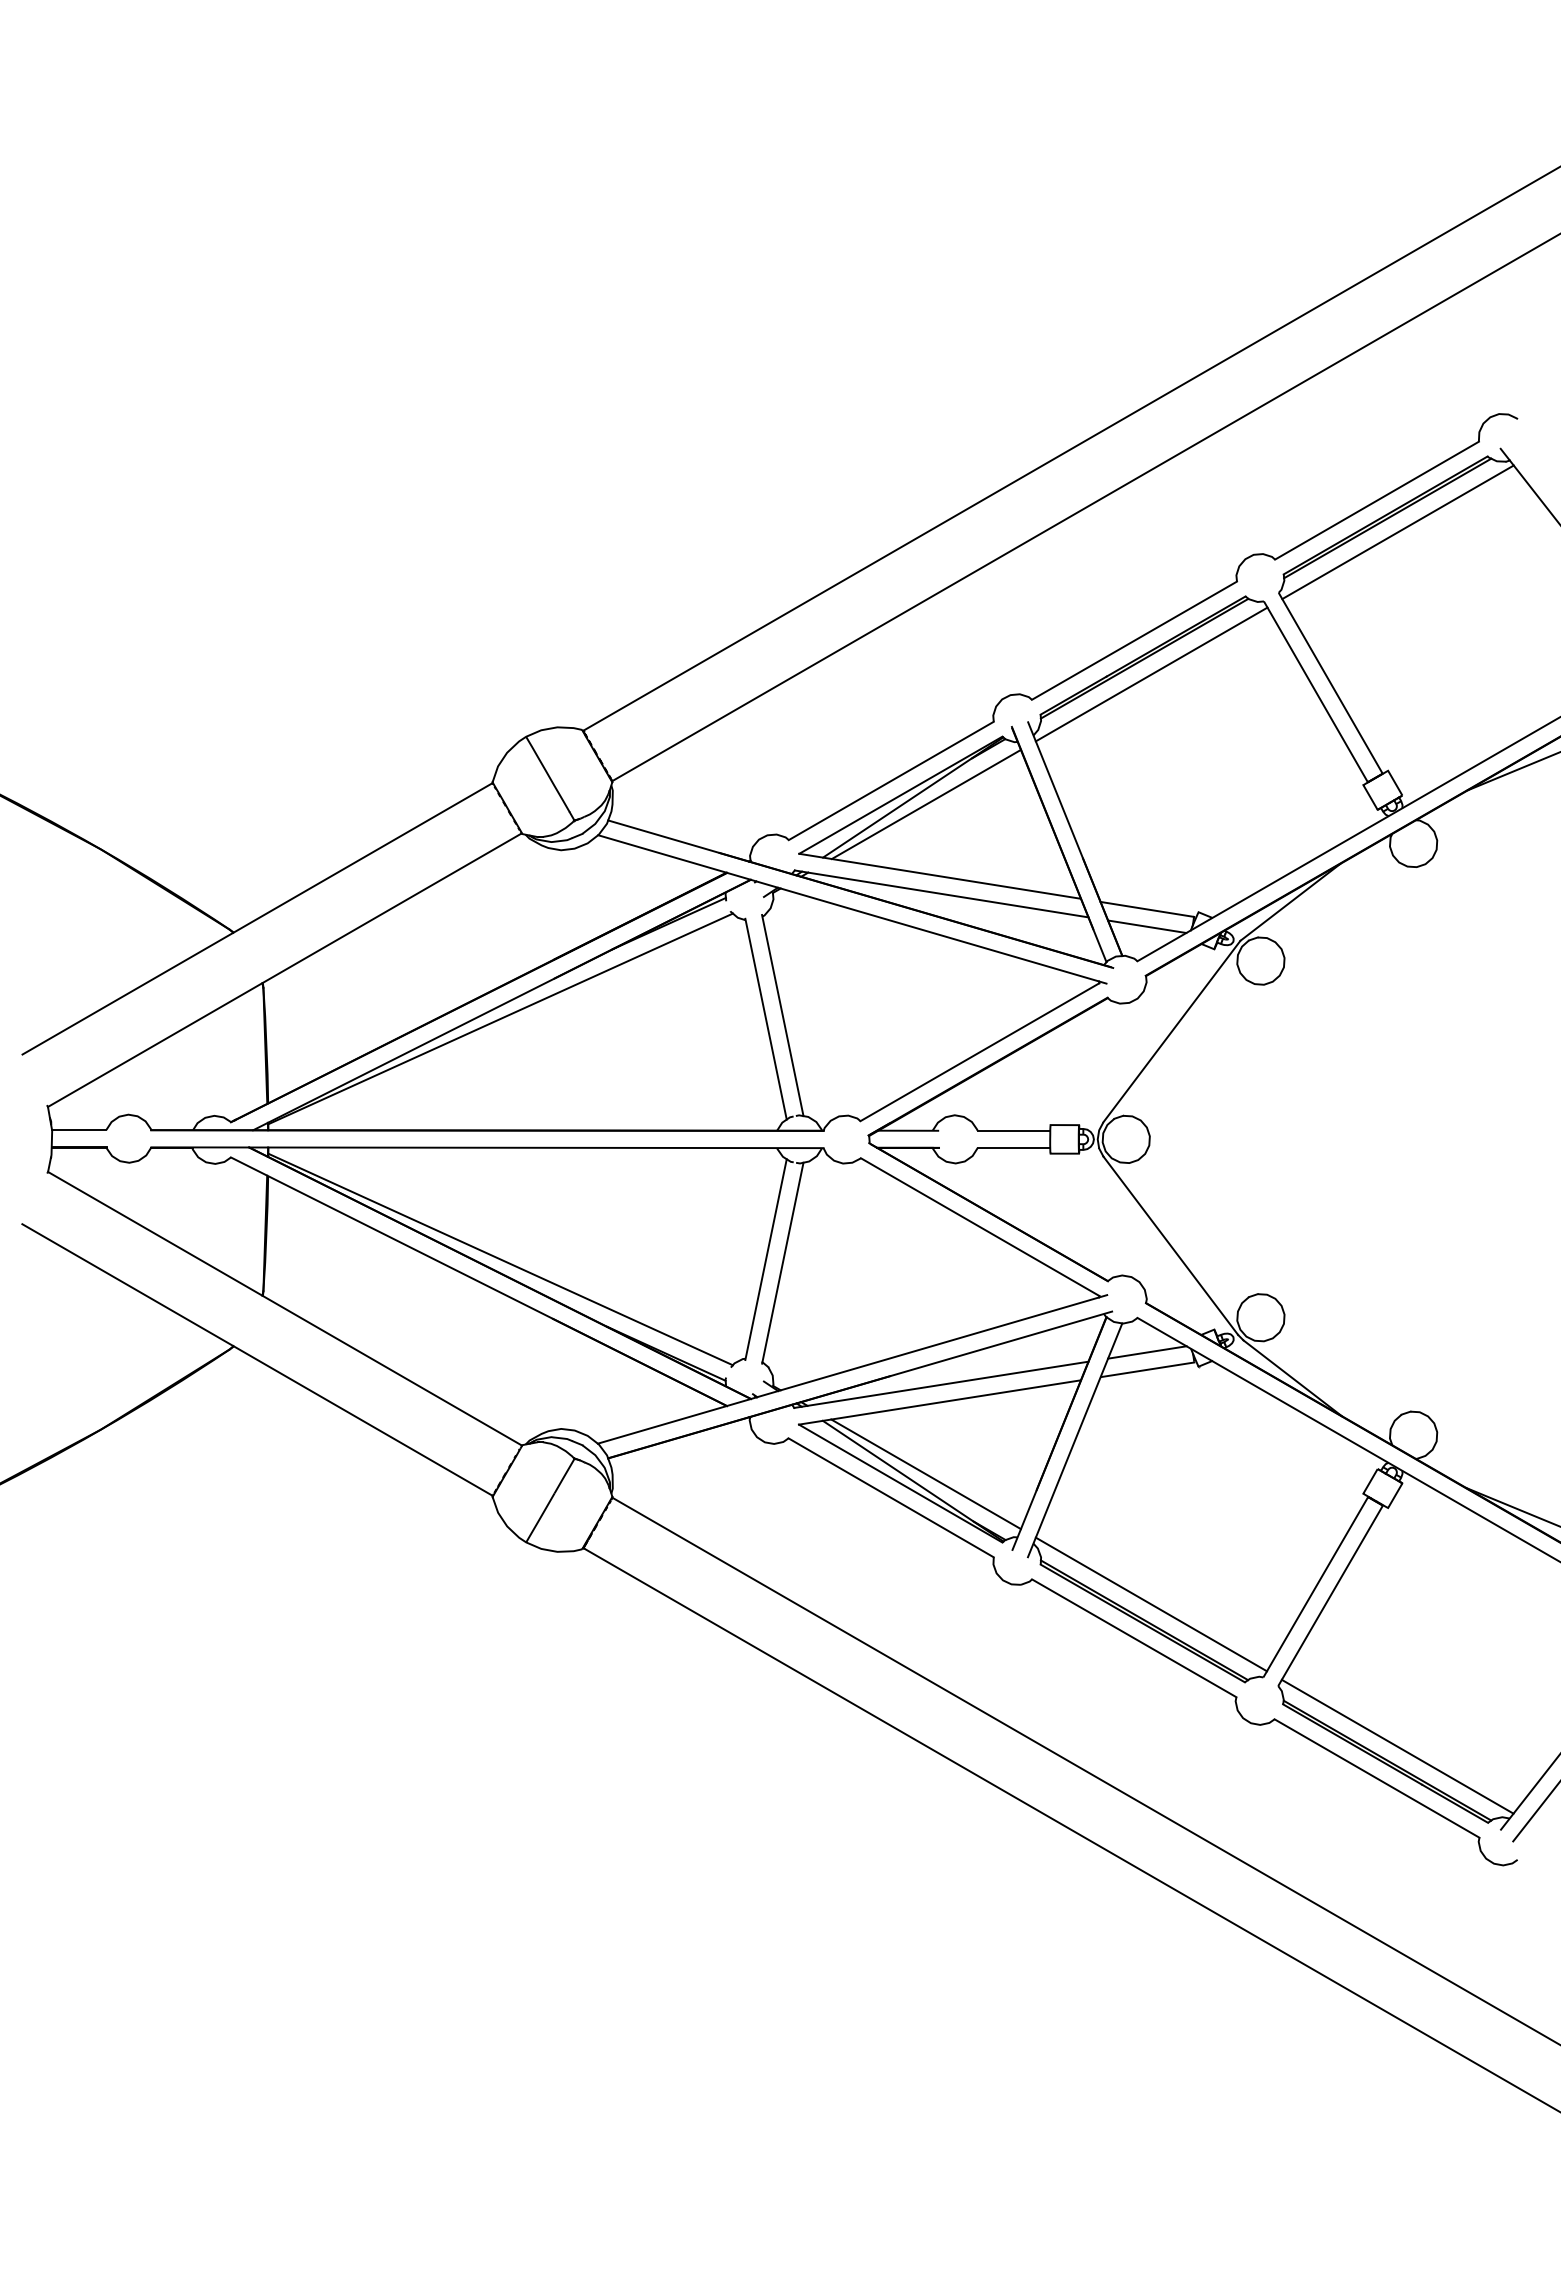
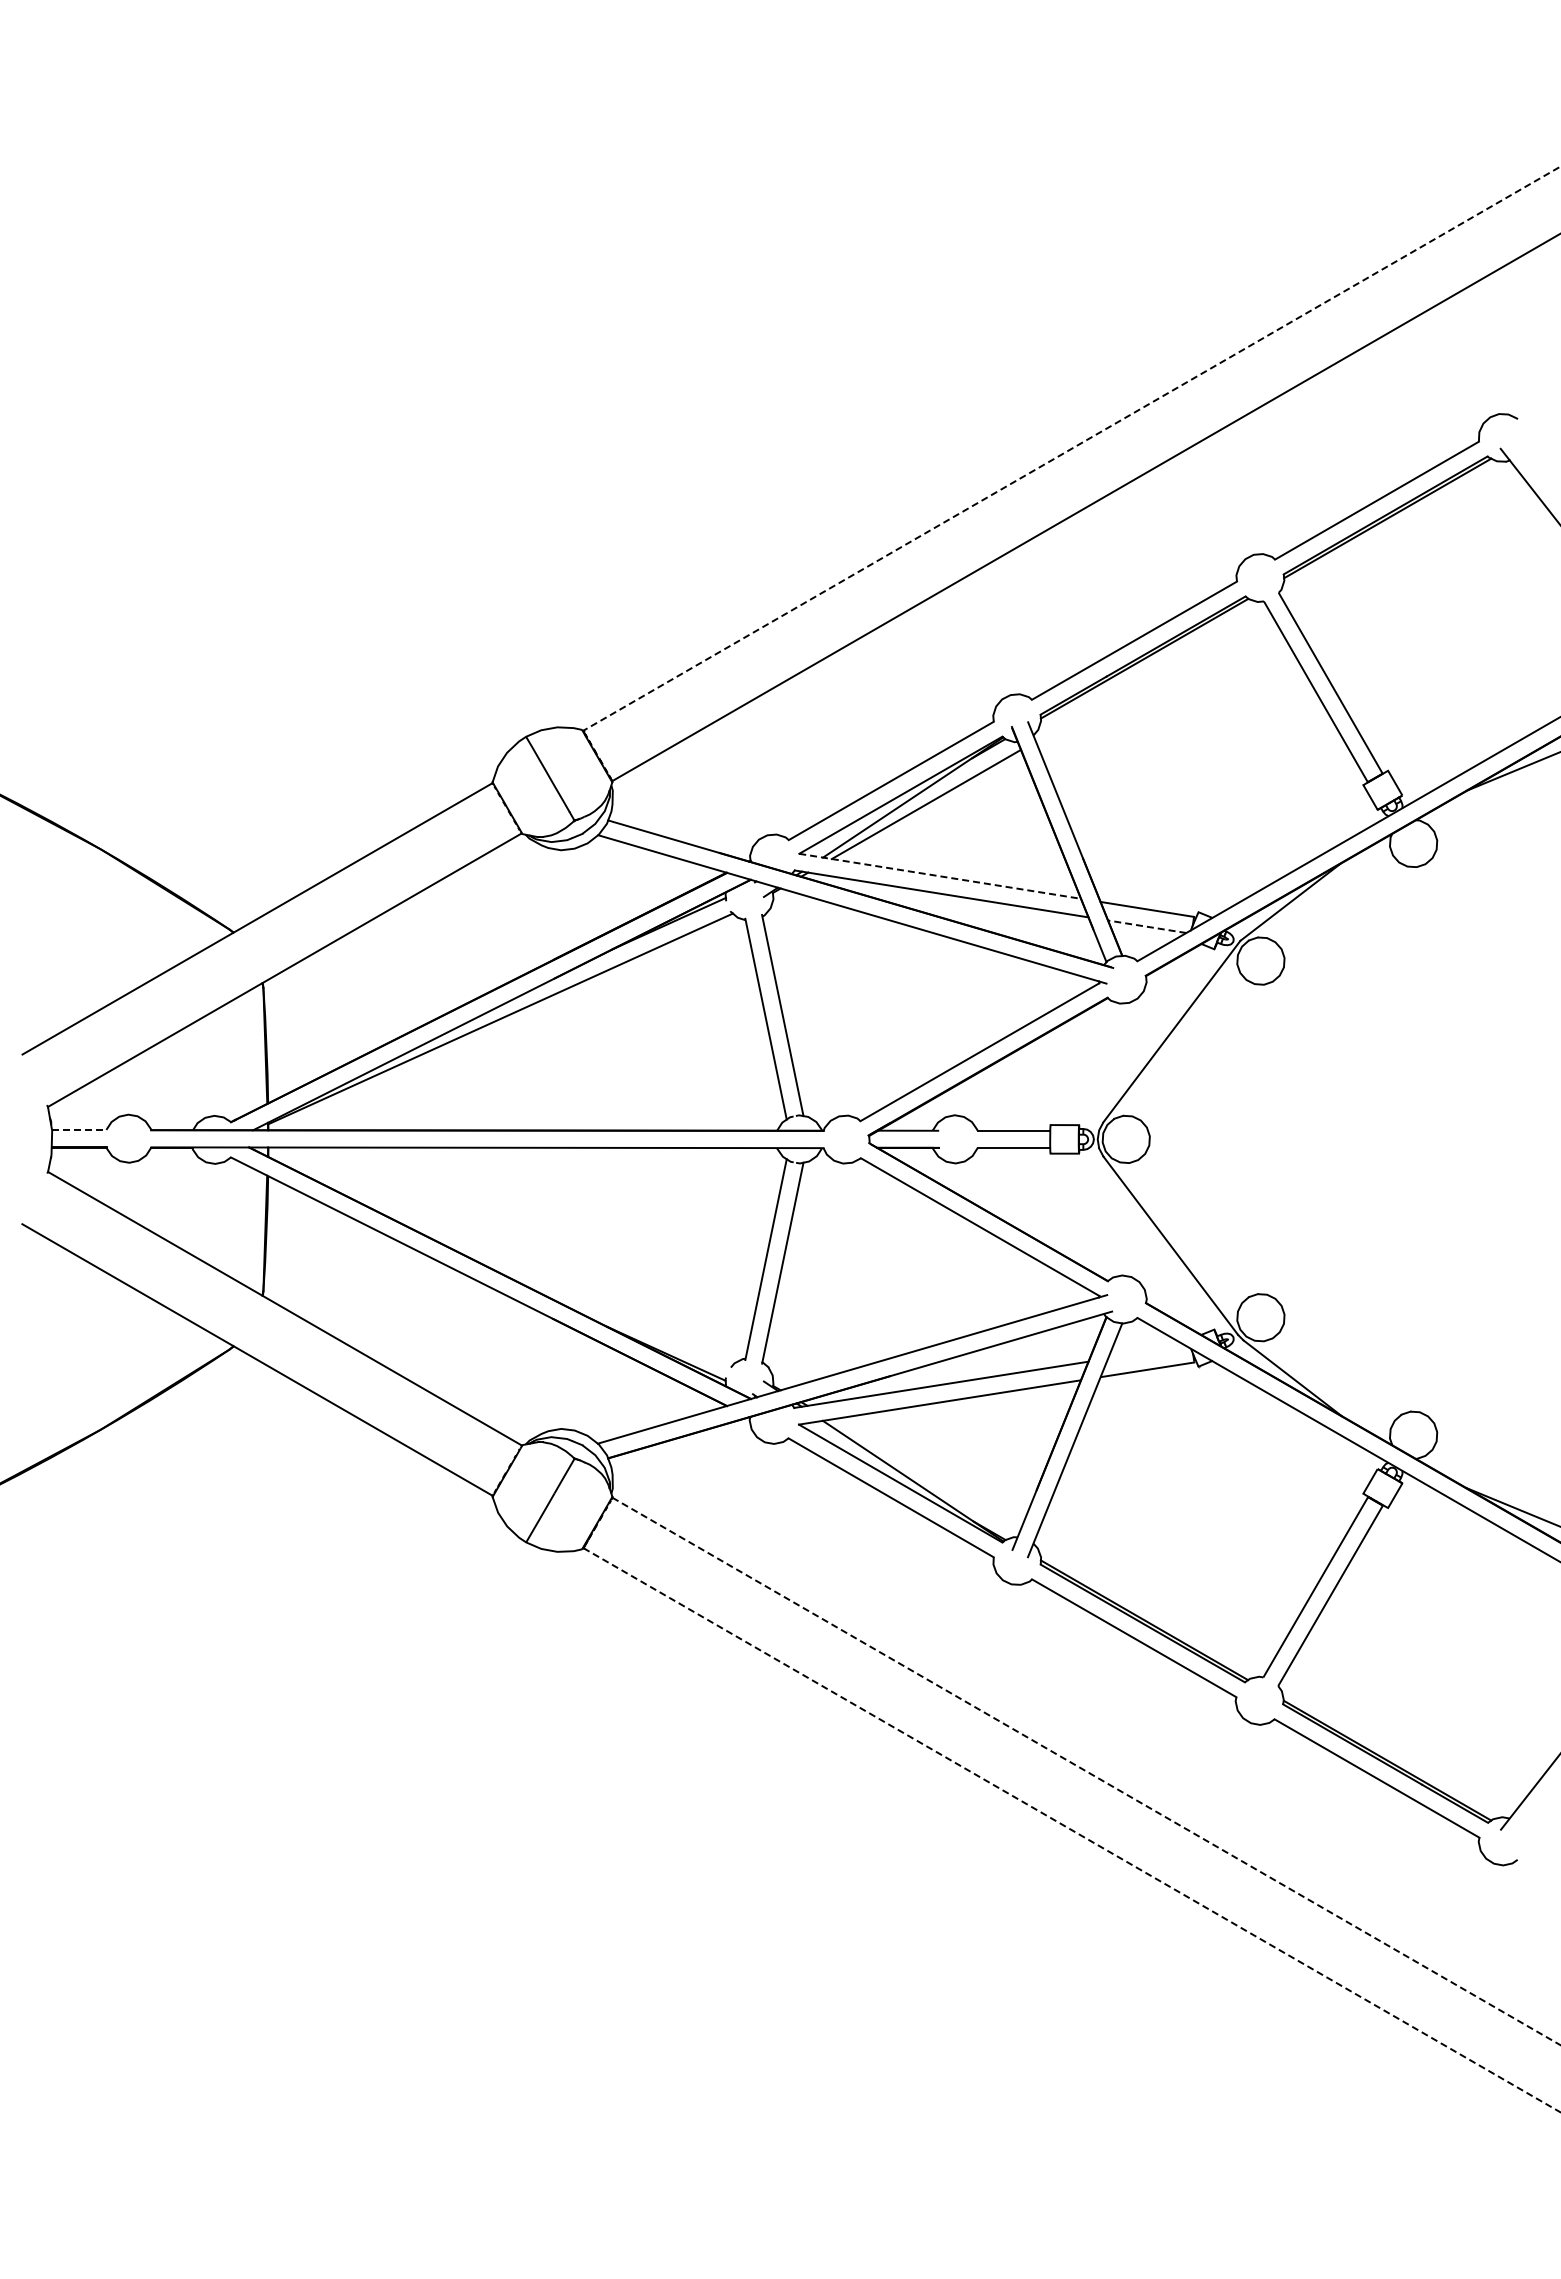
line at (1071, 449): solid -> dashed
line at (1397, 532): present -> none
line at (1151, 674): present -> none
line at (940, 876): solid -> dashed
line at (1147, 926): solid -> dashed
line at (79, 1130): solid -> dashed
line at (500, 1259): present -> none
line at (1147, 1352): present -> none
line at (925, 1474): present -> none
line at (1151, 1604): present -> none
line at (1397, 1746): present -> none
line at (1086, 1771): solid -> dashed
line at (1535, 1812): present -> none
line at (1071, 1830): solid -> dashed
